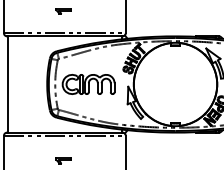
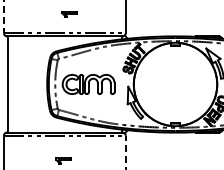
part at (63, 11) position: (63, 11) -> (69, 14)
line at (3, 17): solid -> dashed
line at (125, 152): solid -> dashed
